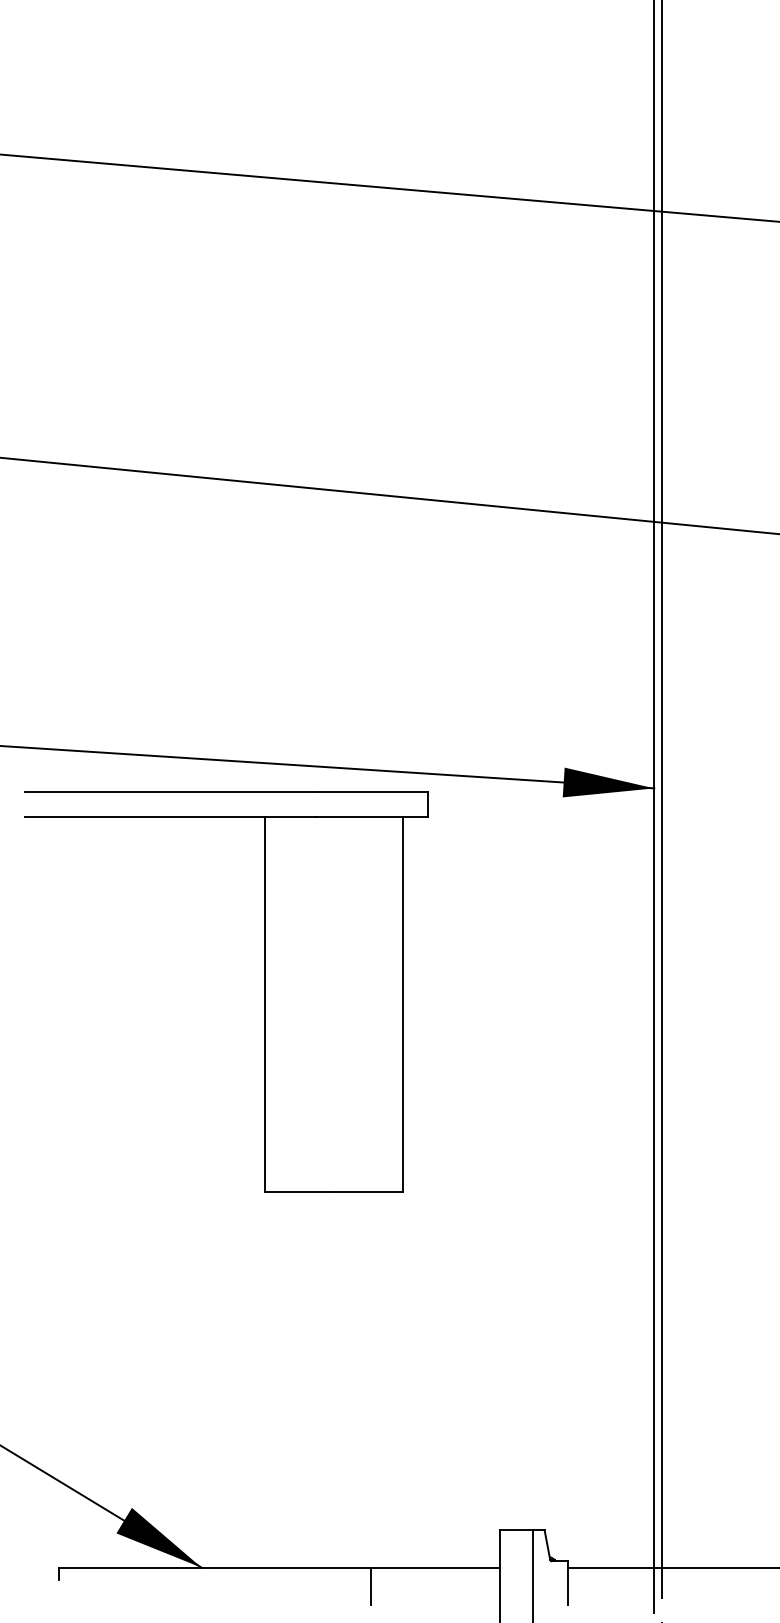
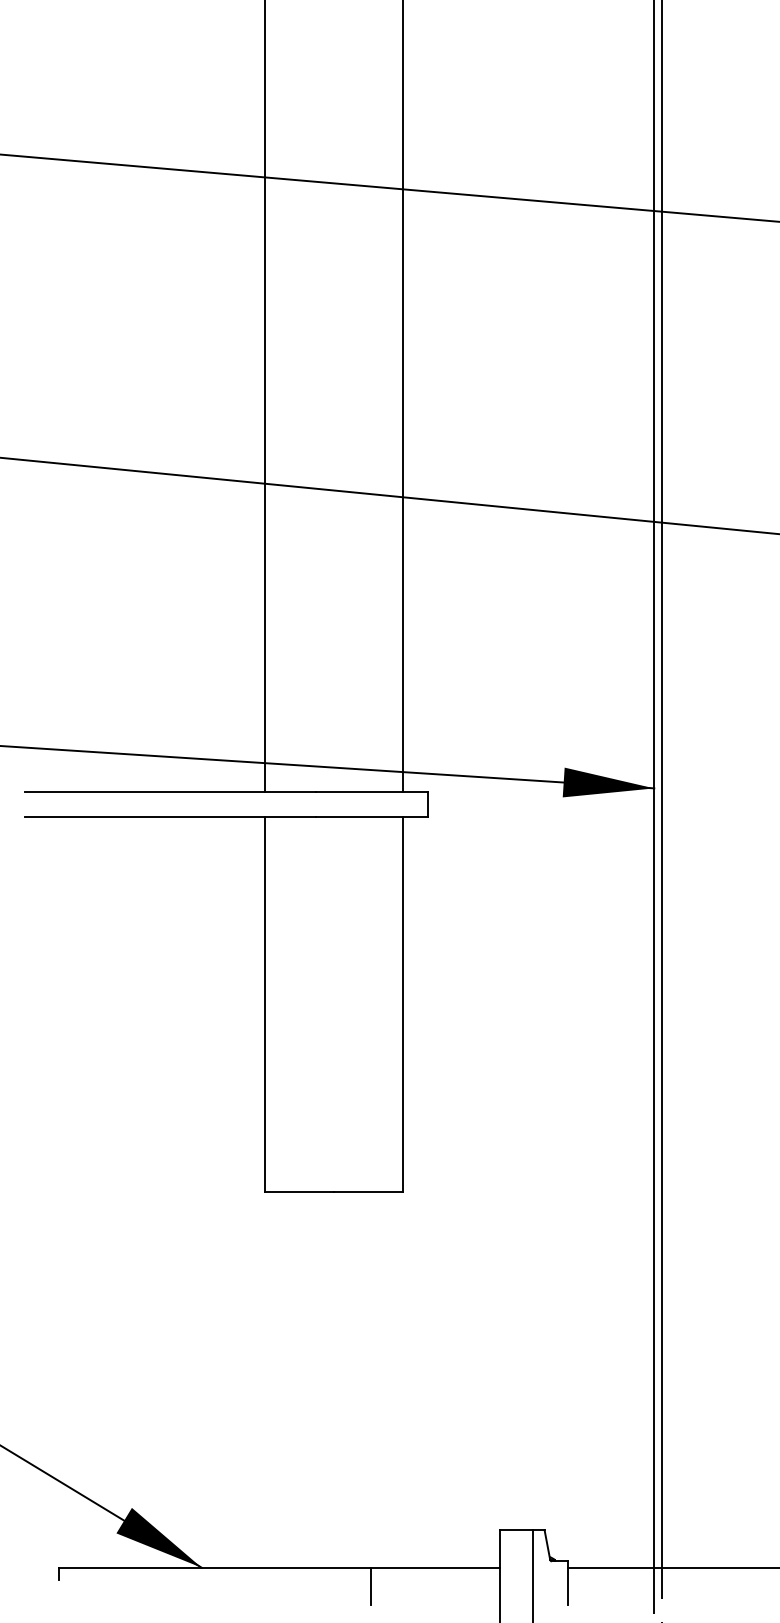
line at (265, 396): none -> present
line at (402, 396): none -> present
